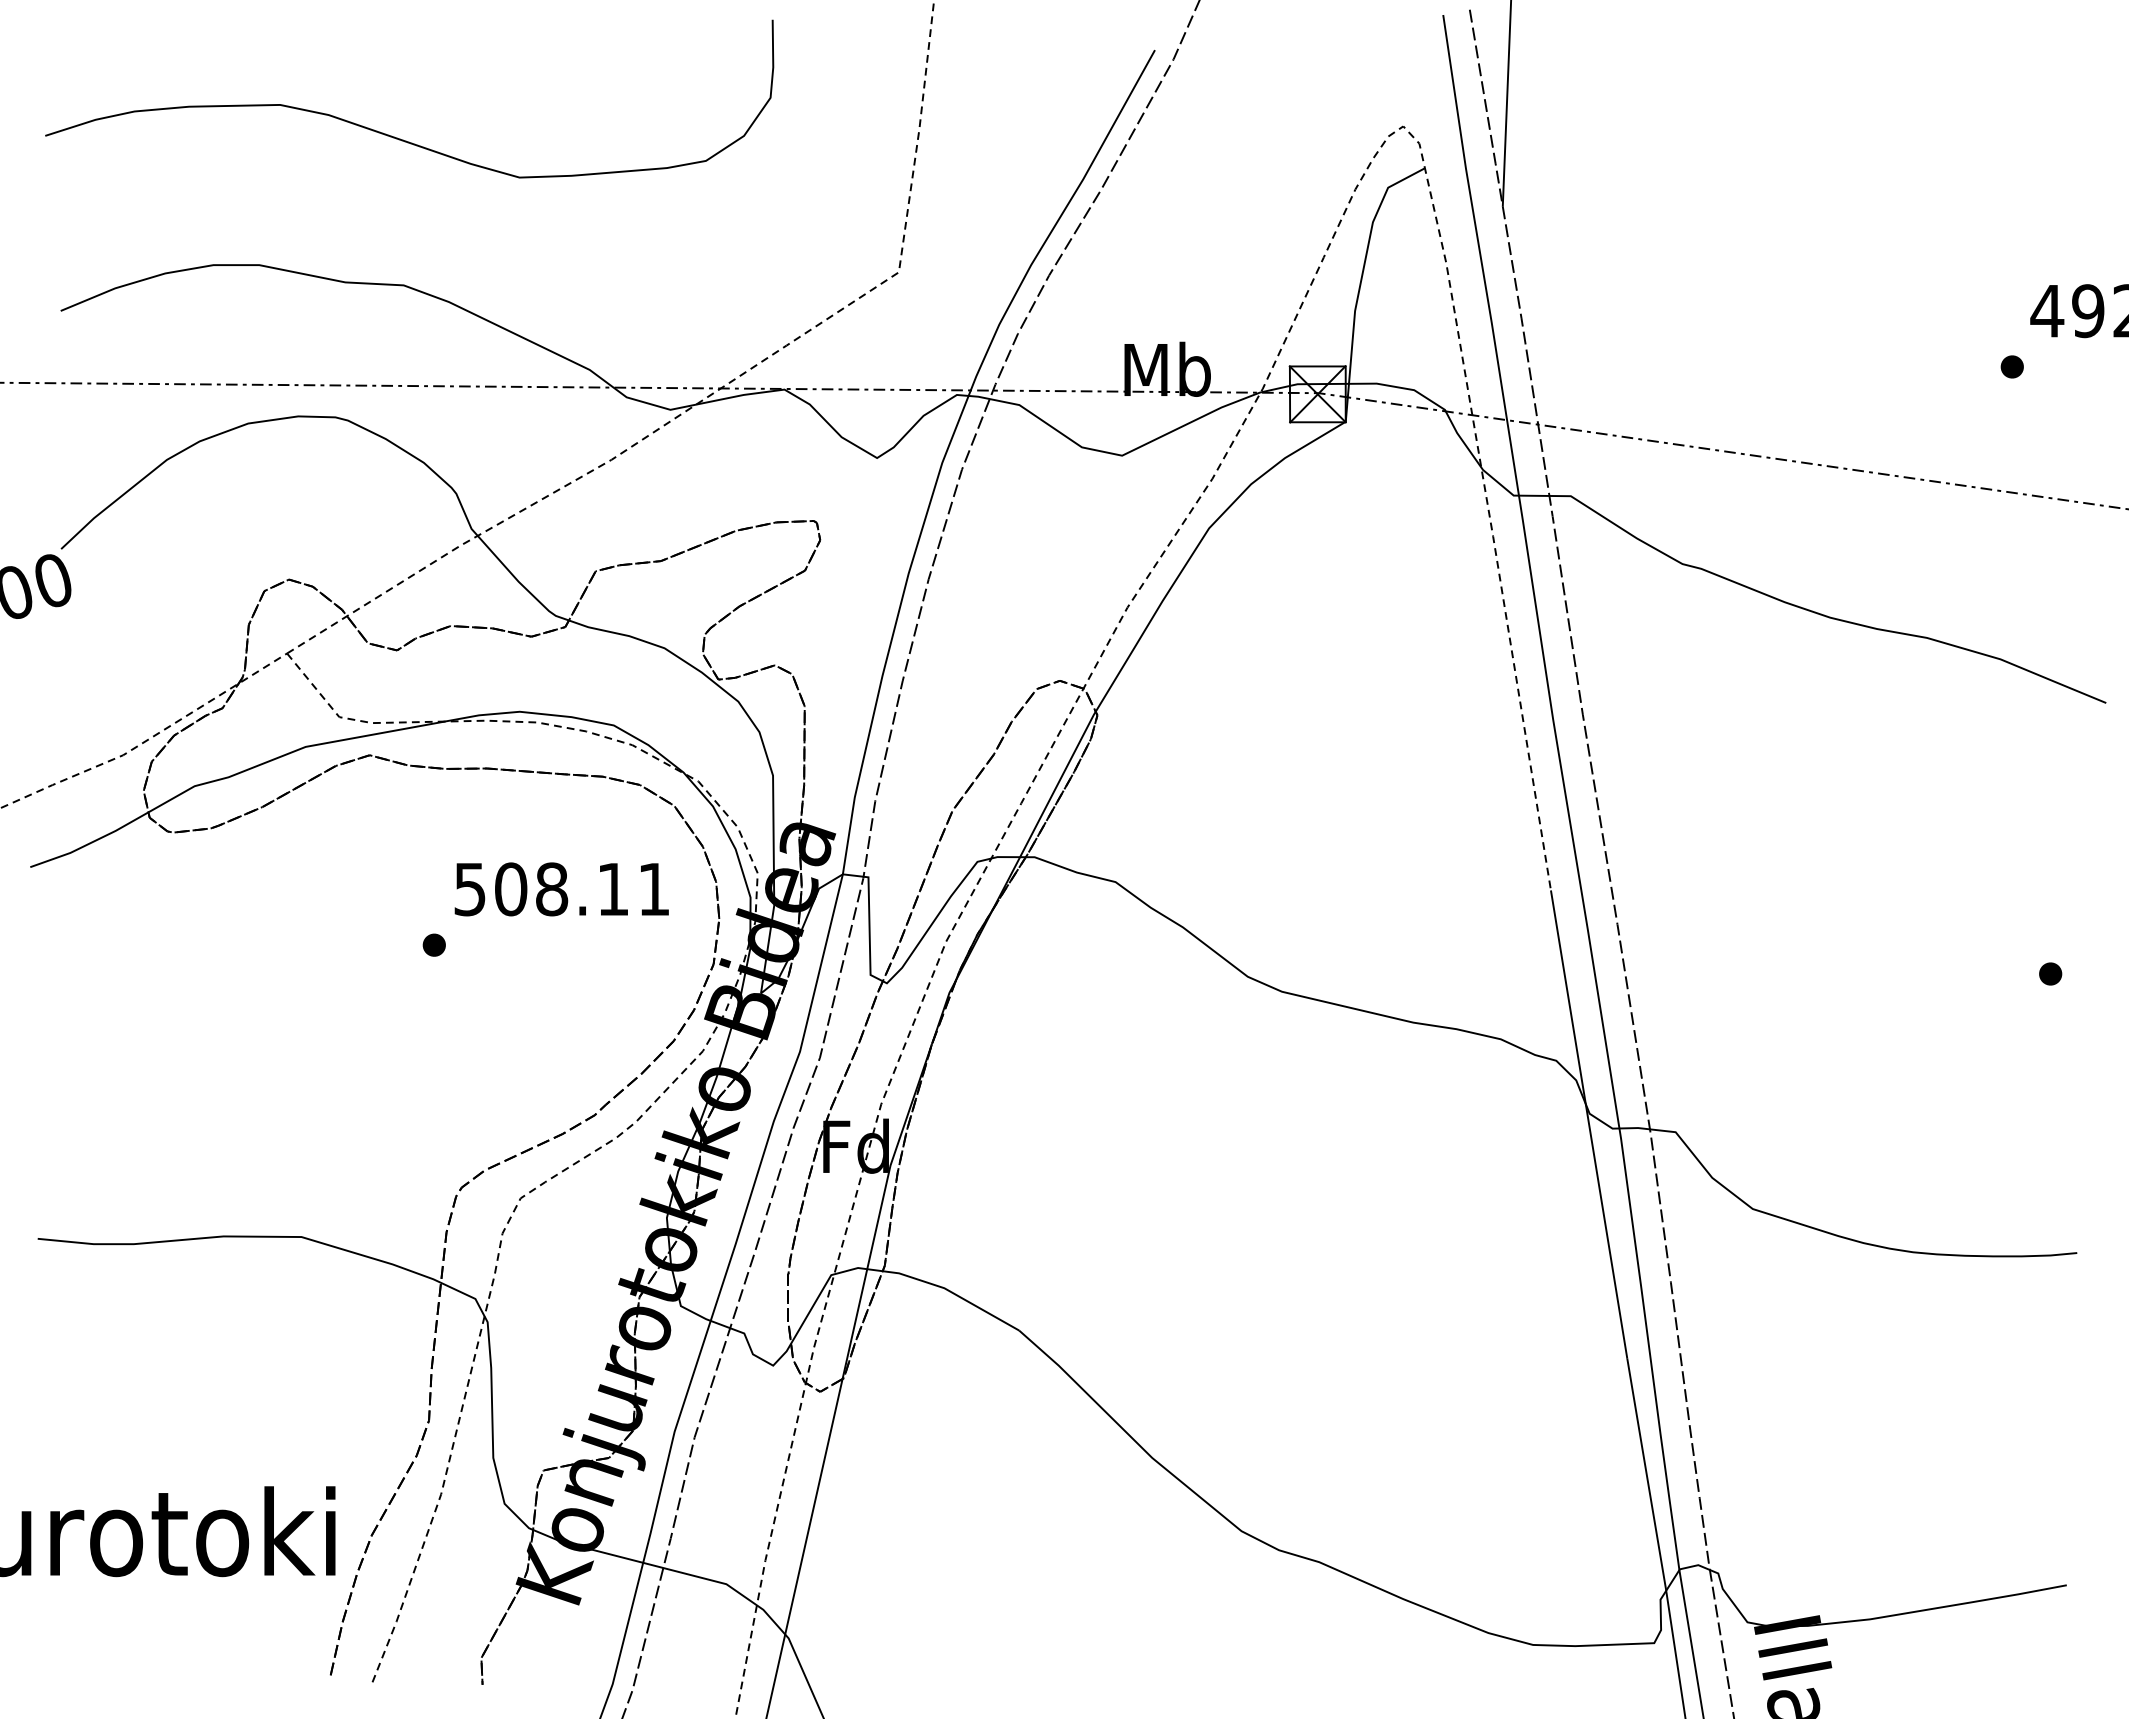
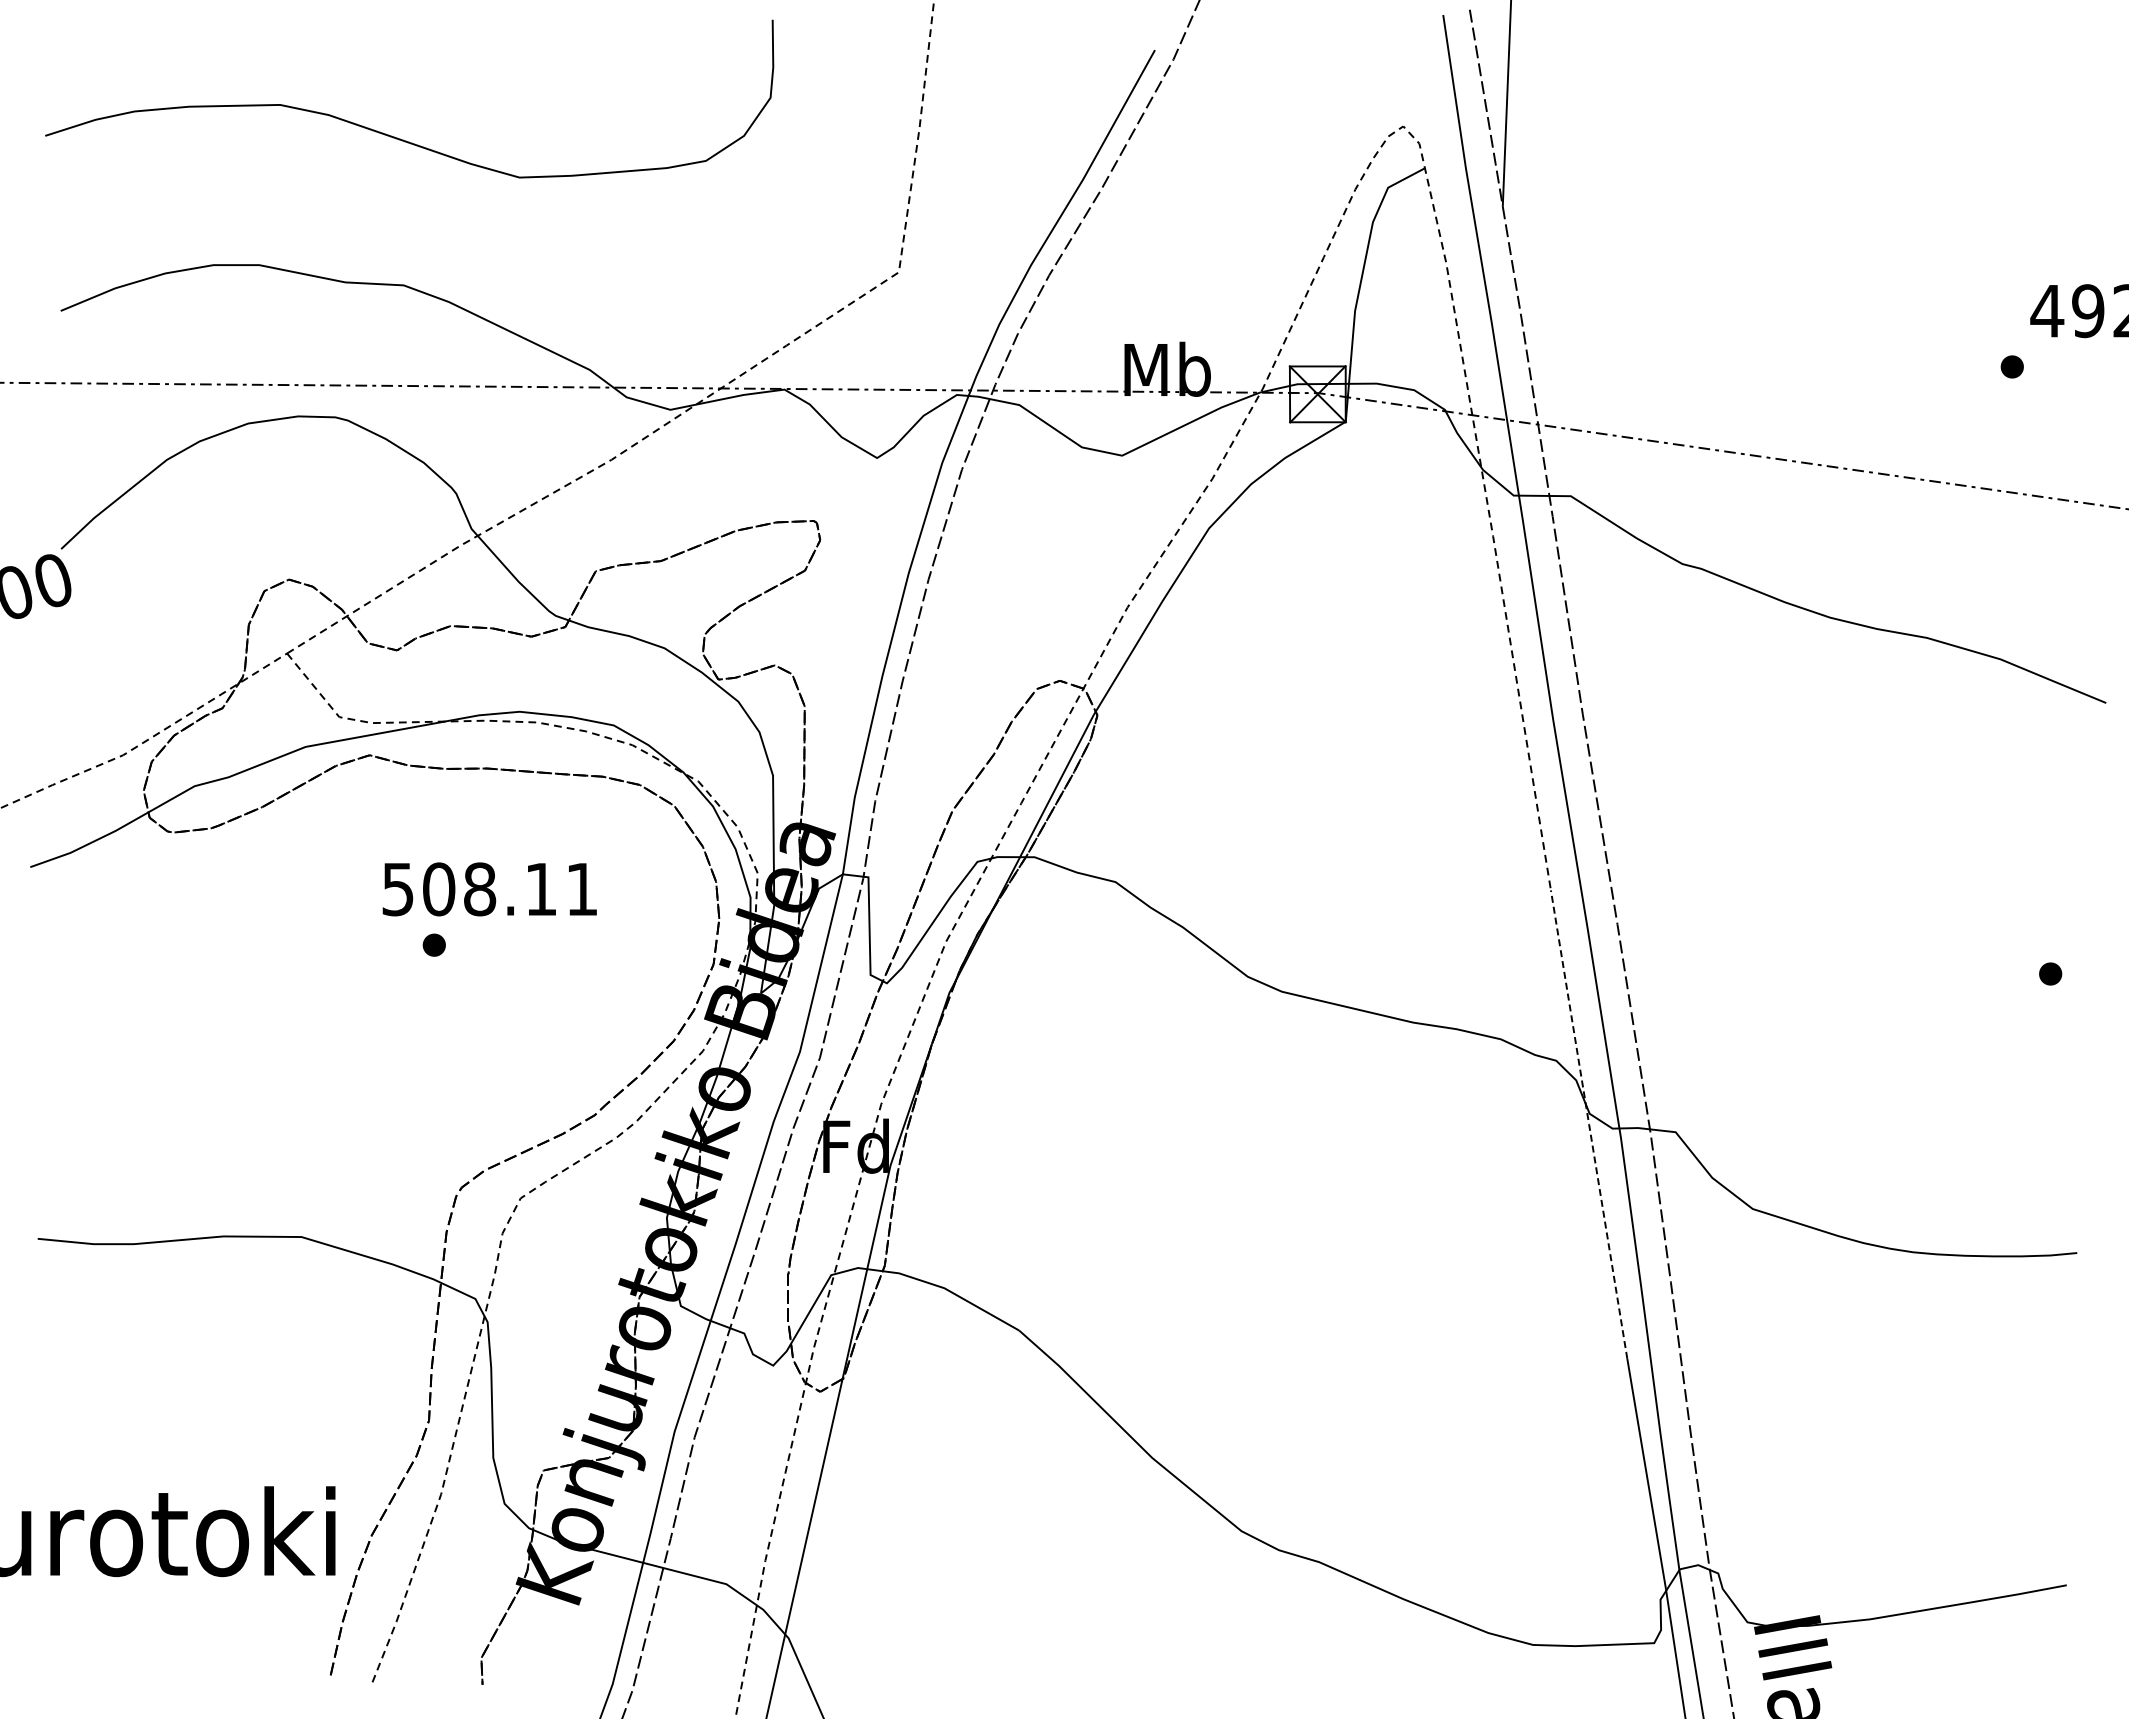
text at (561, 889) position: (561, 889) -> (489, 889)
line at (1589, 1124): solid -> dashed
